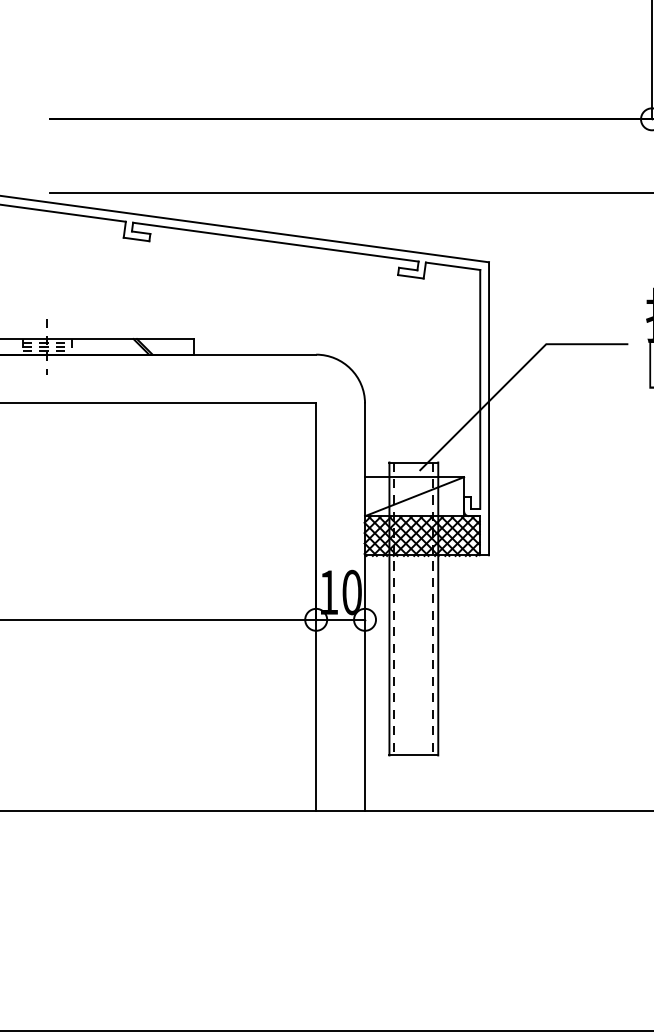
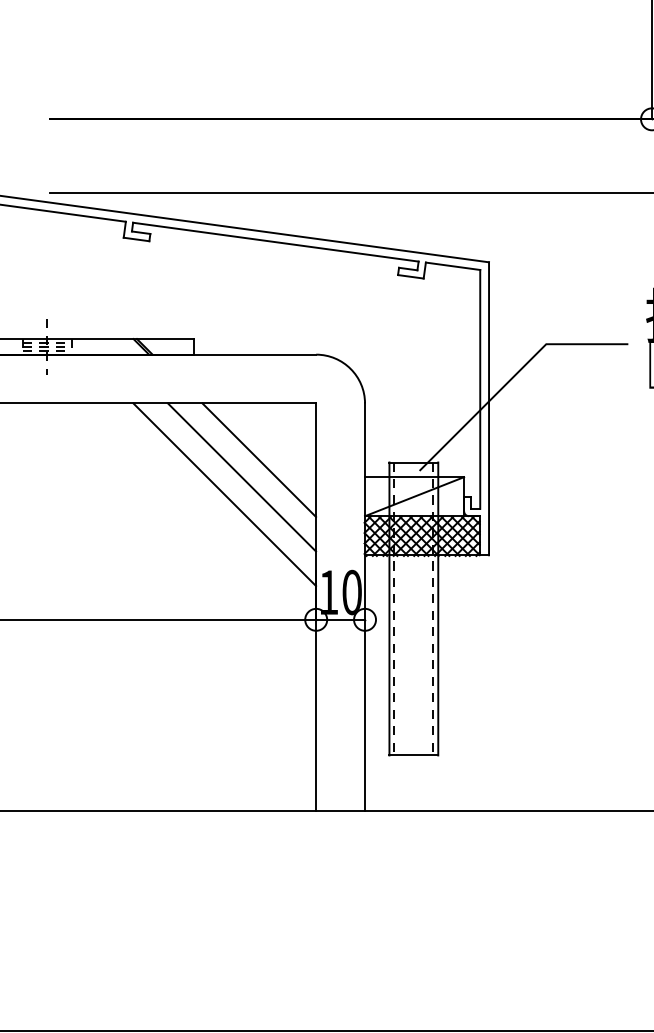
line at (259, 459): none -> present
line at (242, 477): none -> present
line at (224, 494): none -> present
